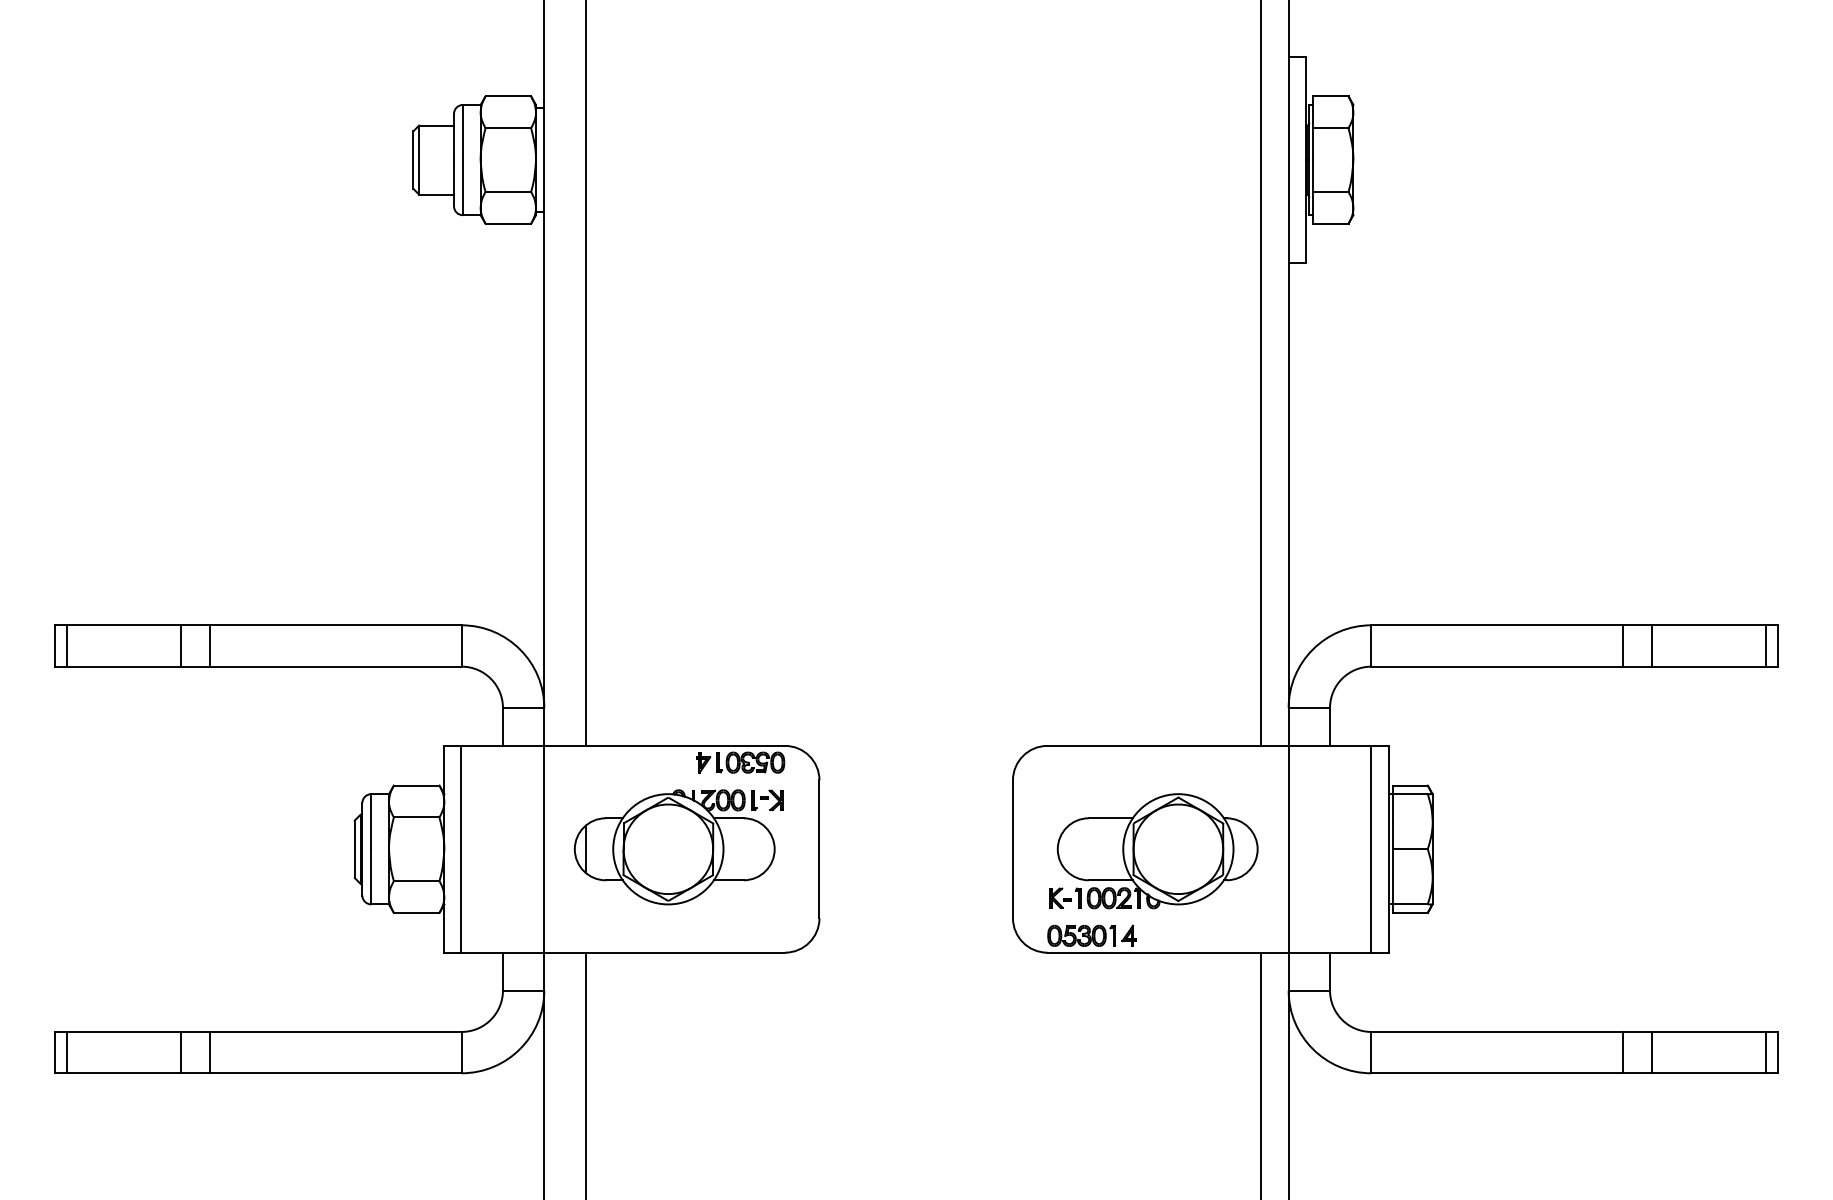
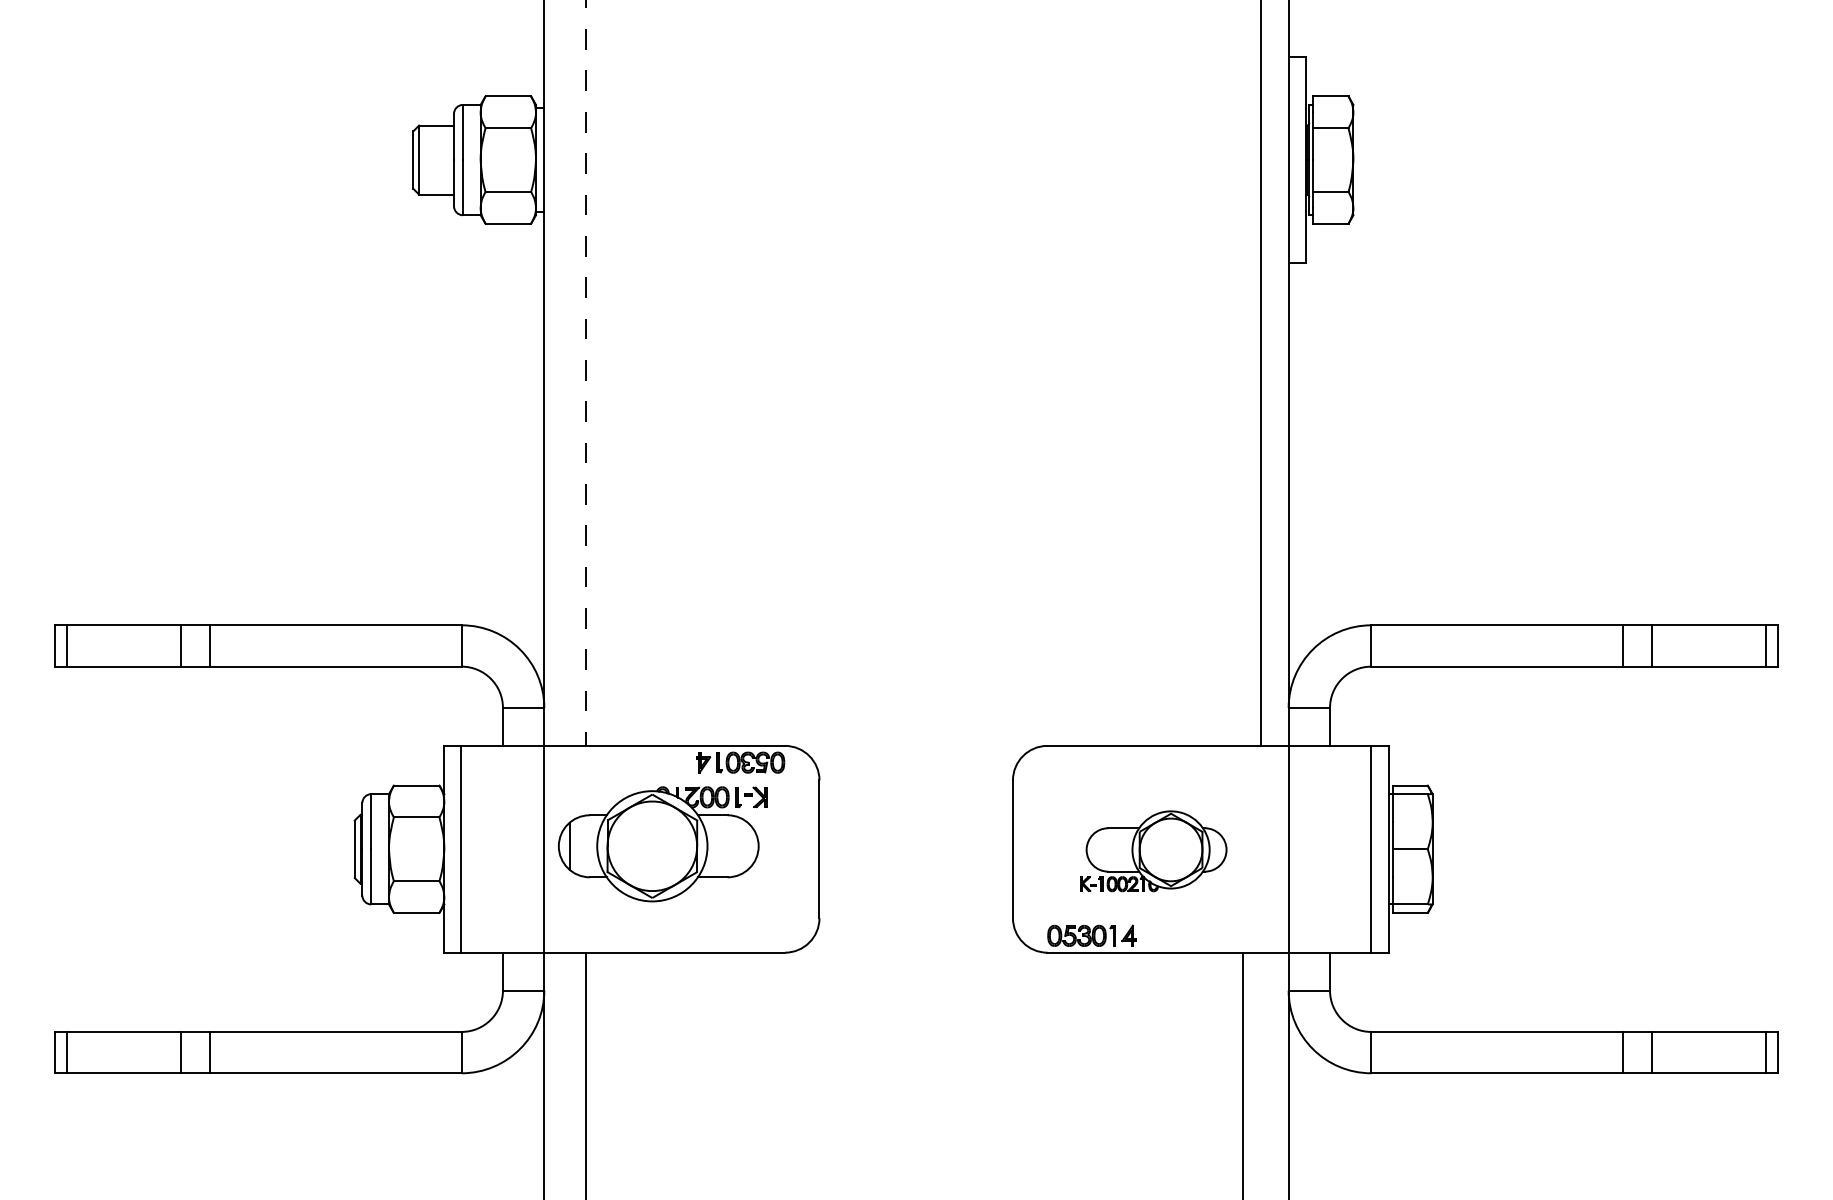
line at (585, 373): solid -> dashed
part at (678, 847) position: (678, 847) -> (662, 844)
part at (1153, 851) size: 210x117 px -> 148x83 px
line at (1261, 1074) position: (1261, 1074) -> (1243, 1074)
